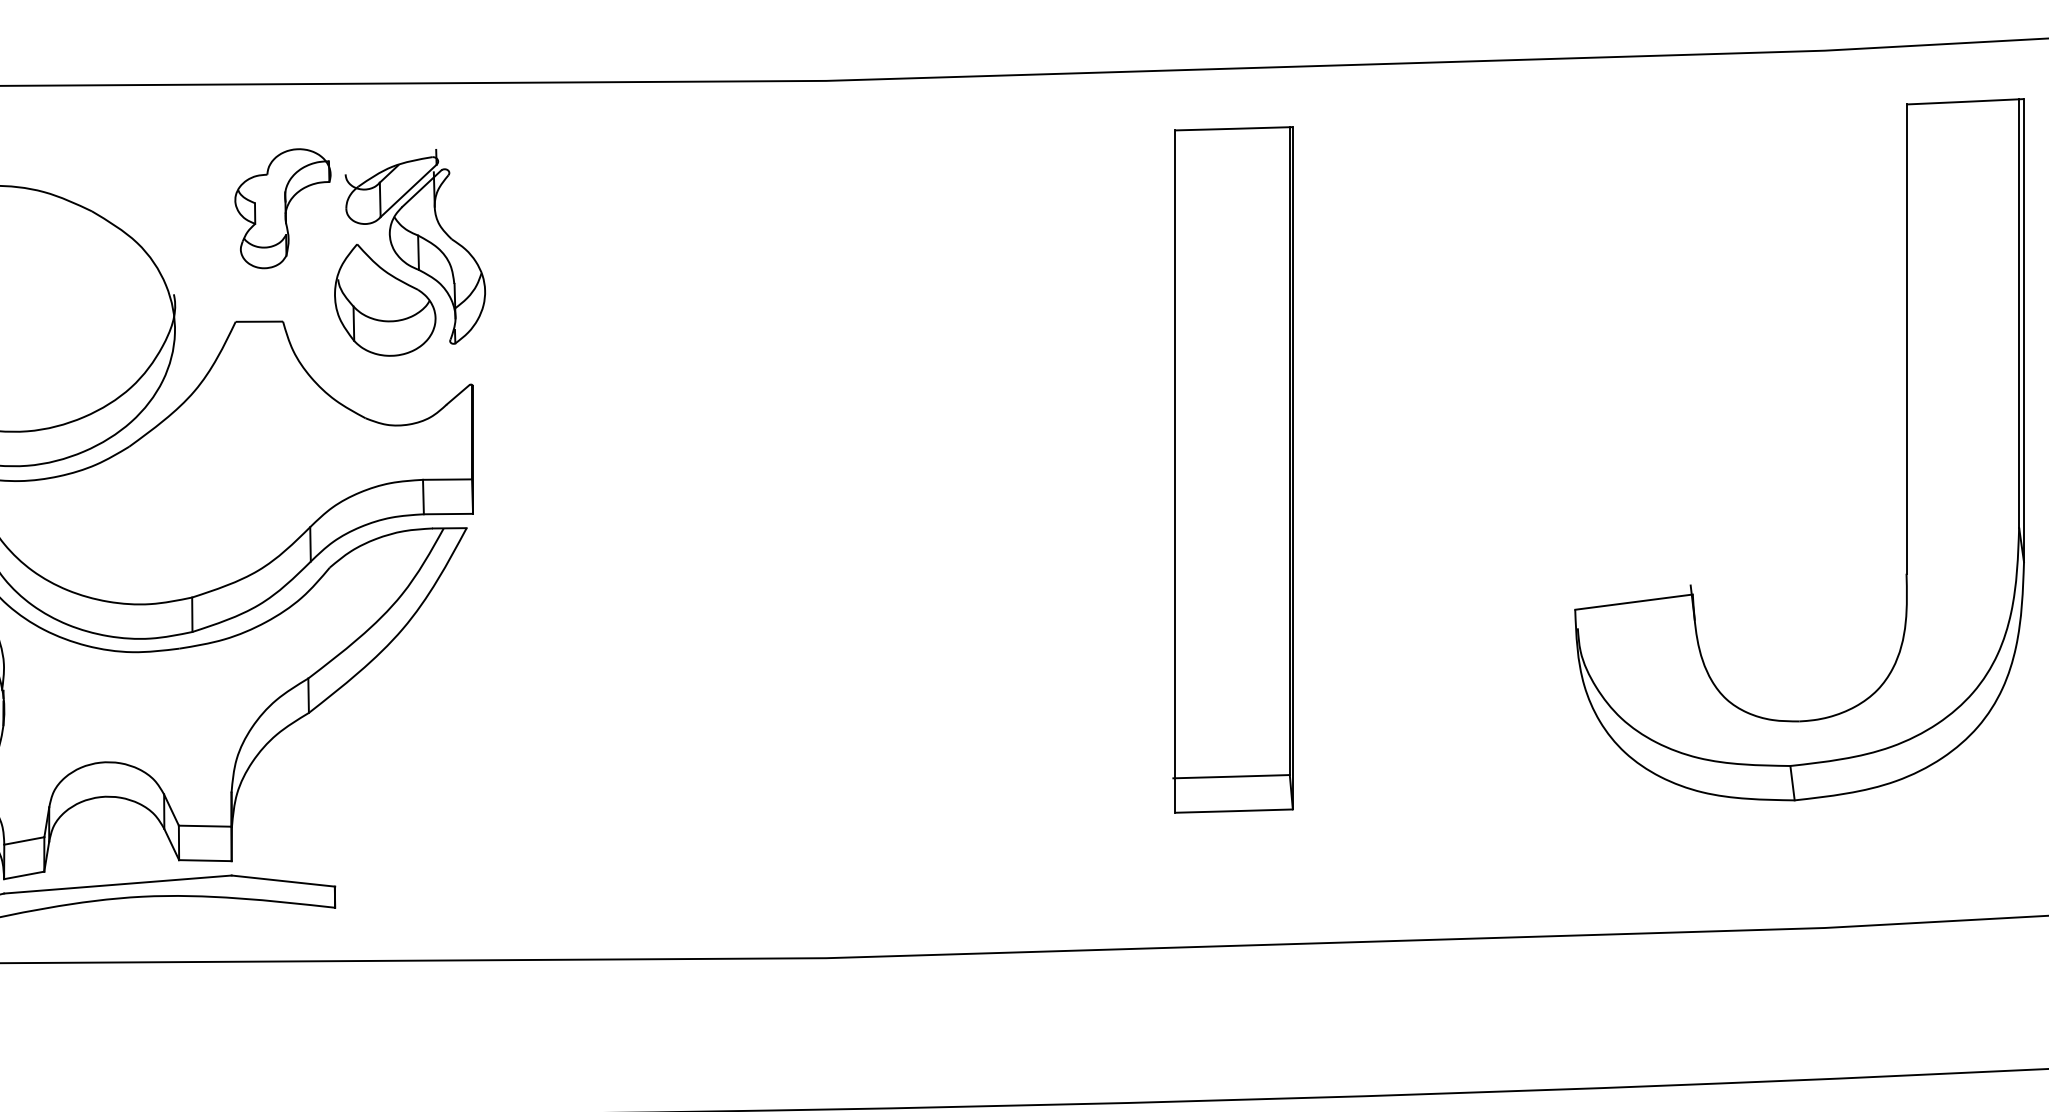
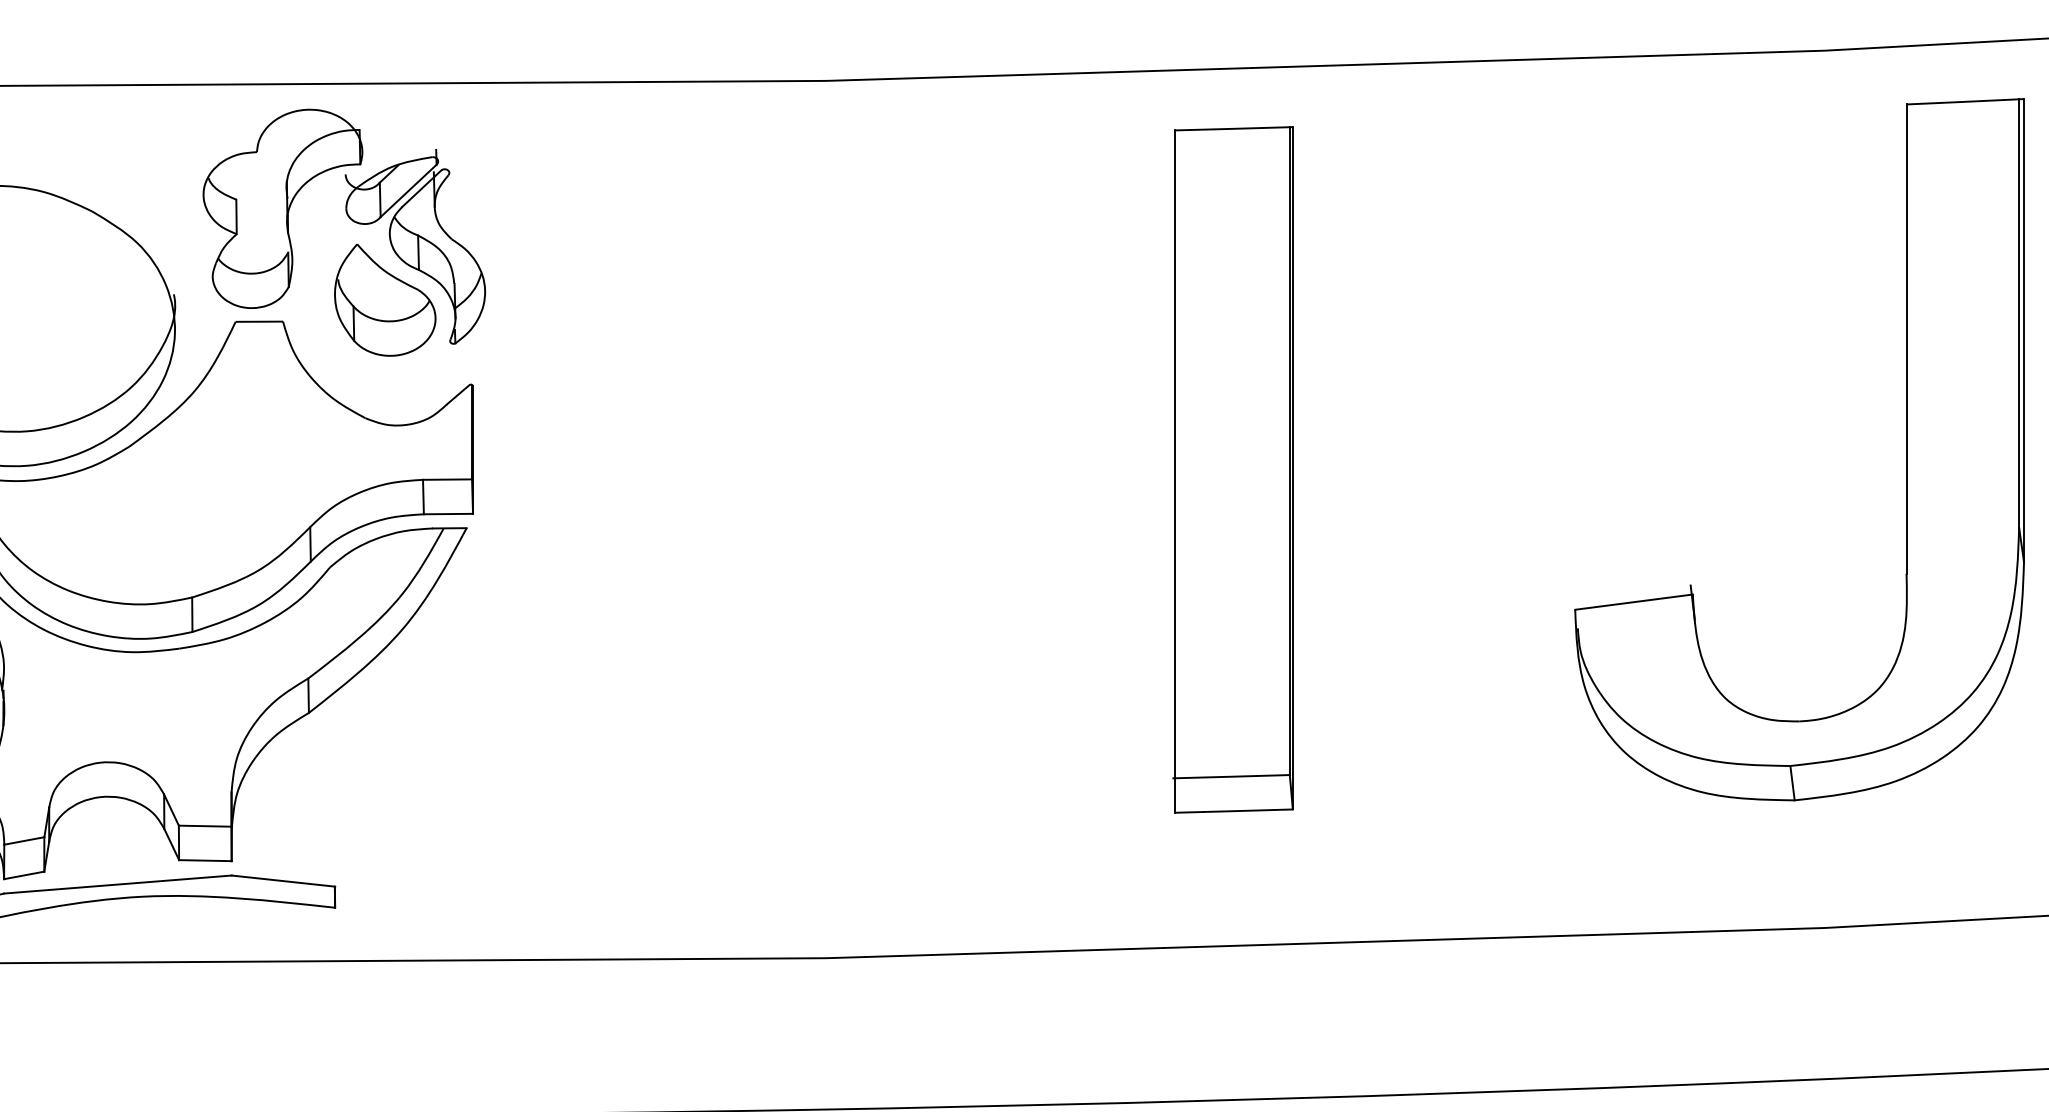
part at (282, 208) size: 98x122 px -> 162x201 px
